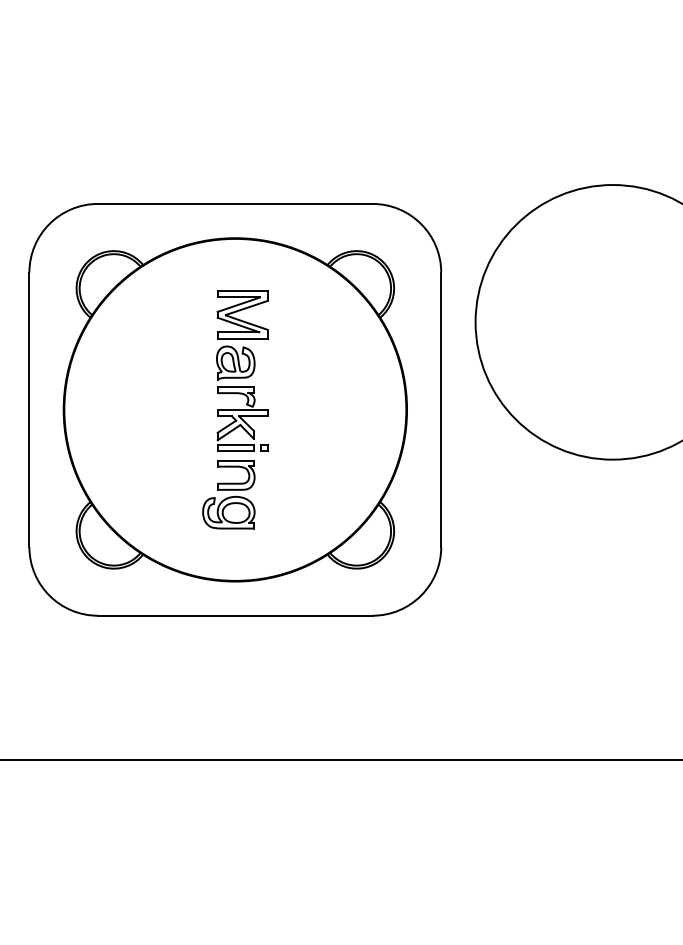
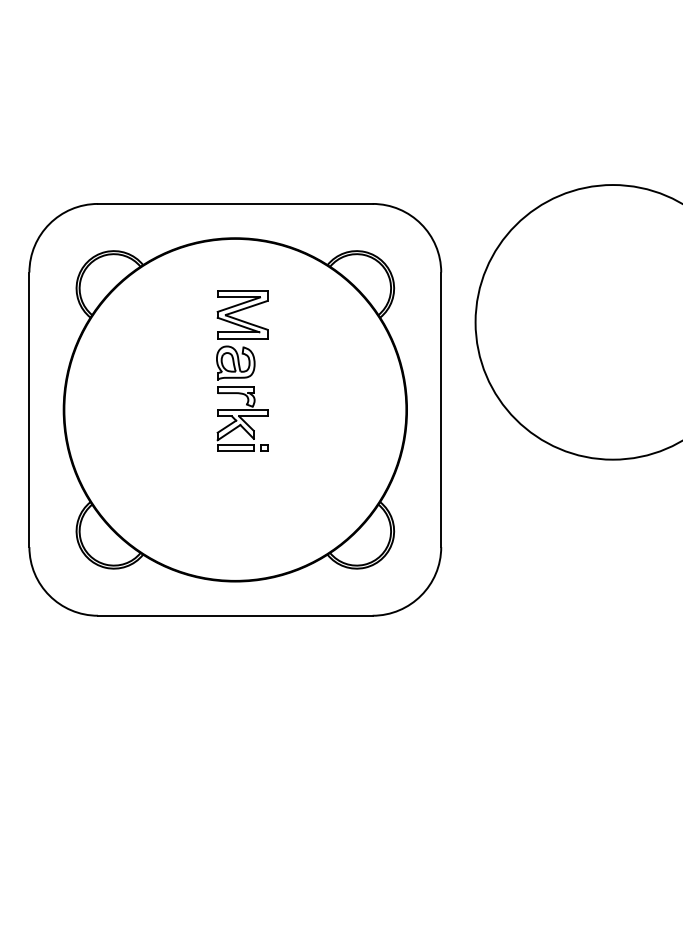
part at (228, 494): present -> none
line at (340, 759): present -> none
